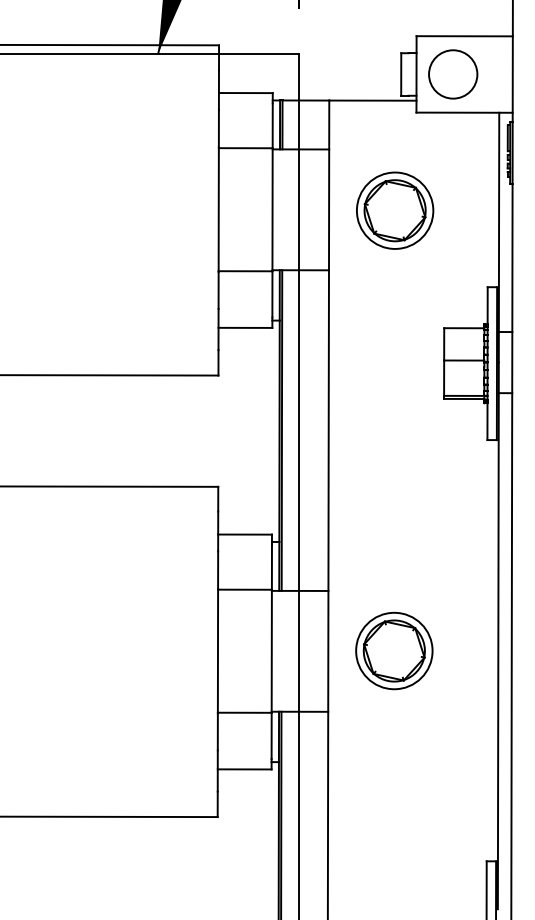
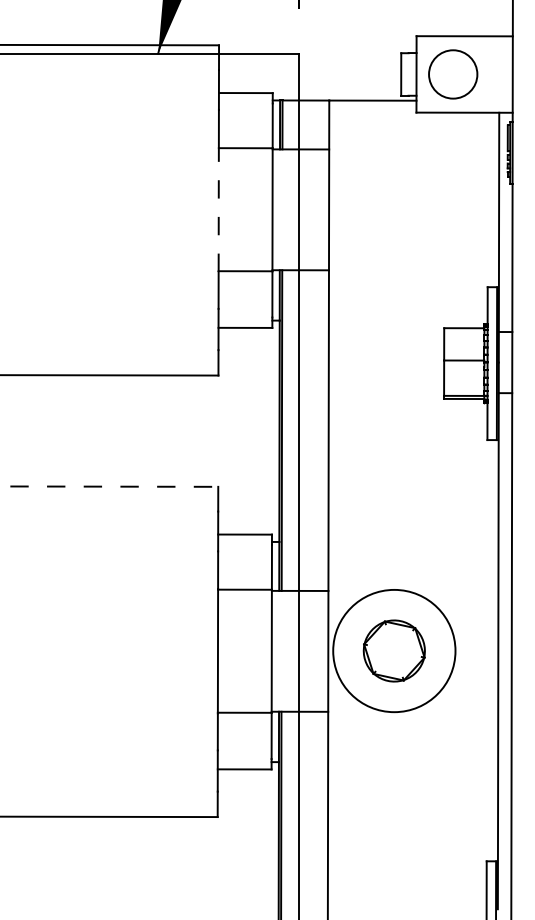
line at (218, 209): solid -> dashed
part at (395, 210): present -> none
line at (109, 486): solid -> dashed
circle at (394, 650) diameter: 76 px -> 122 px
